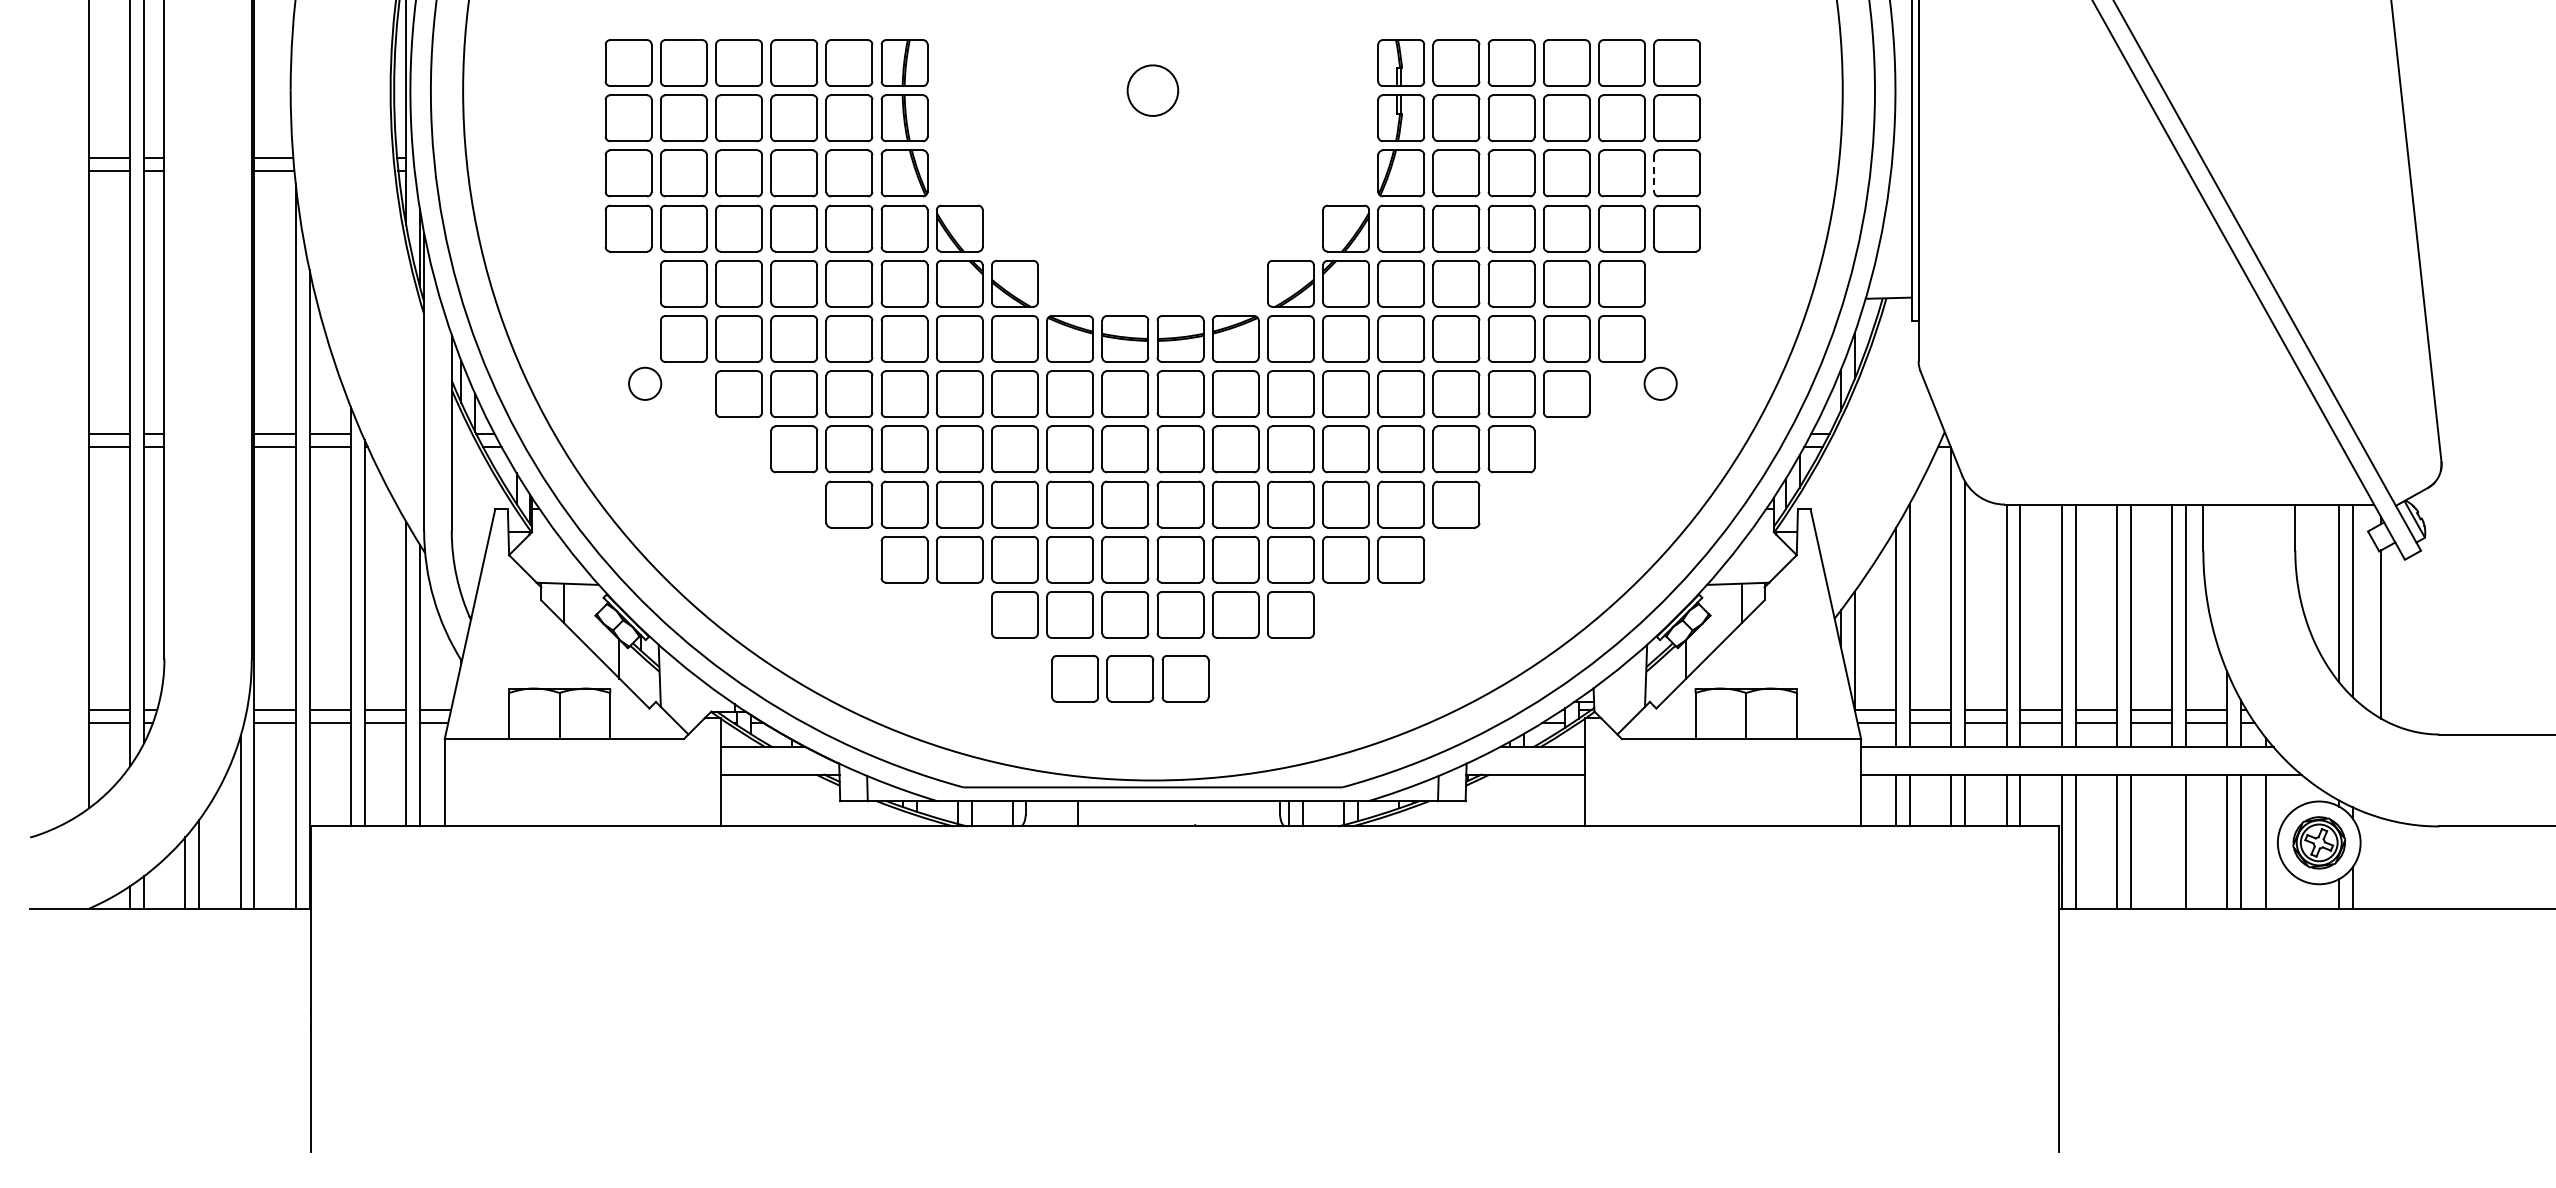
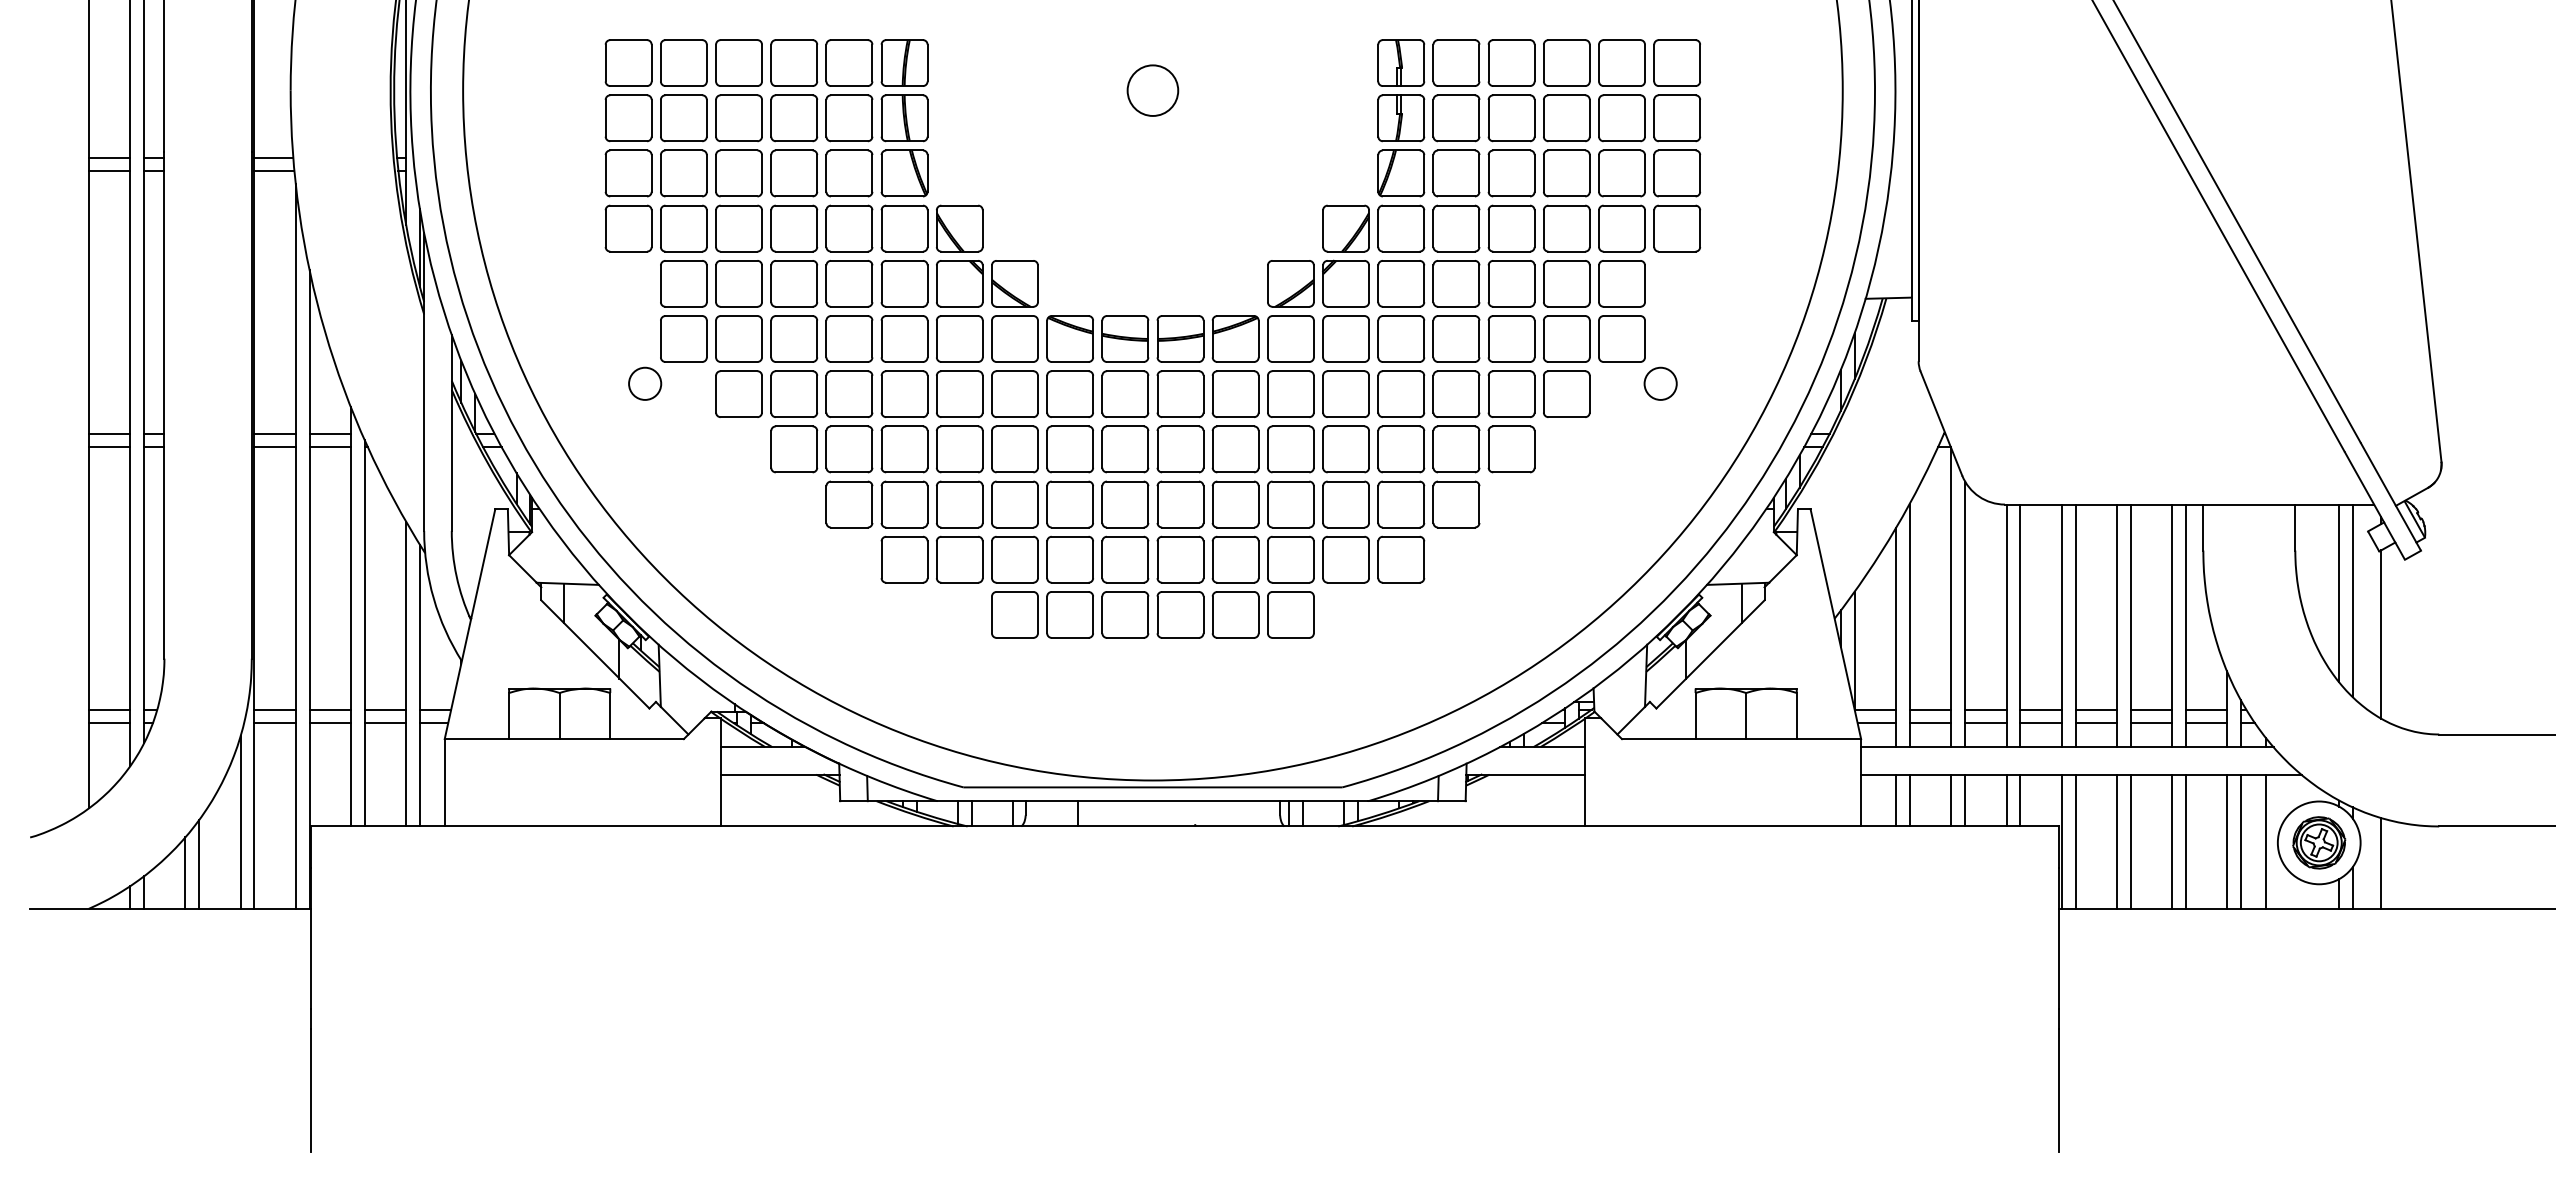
line at (1654, 173): dashed -> solid
part at (1130, 678): present -> none
line at (2172, 841): none -> present
line at (2381, 862): none -> present
